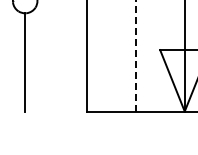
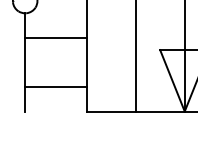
line at (55, 37): none -> present
line at (135, 55): dashed -> solid
line at (55, 86): none -> present
